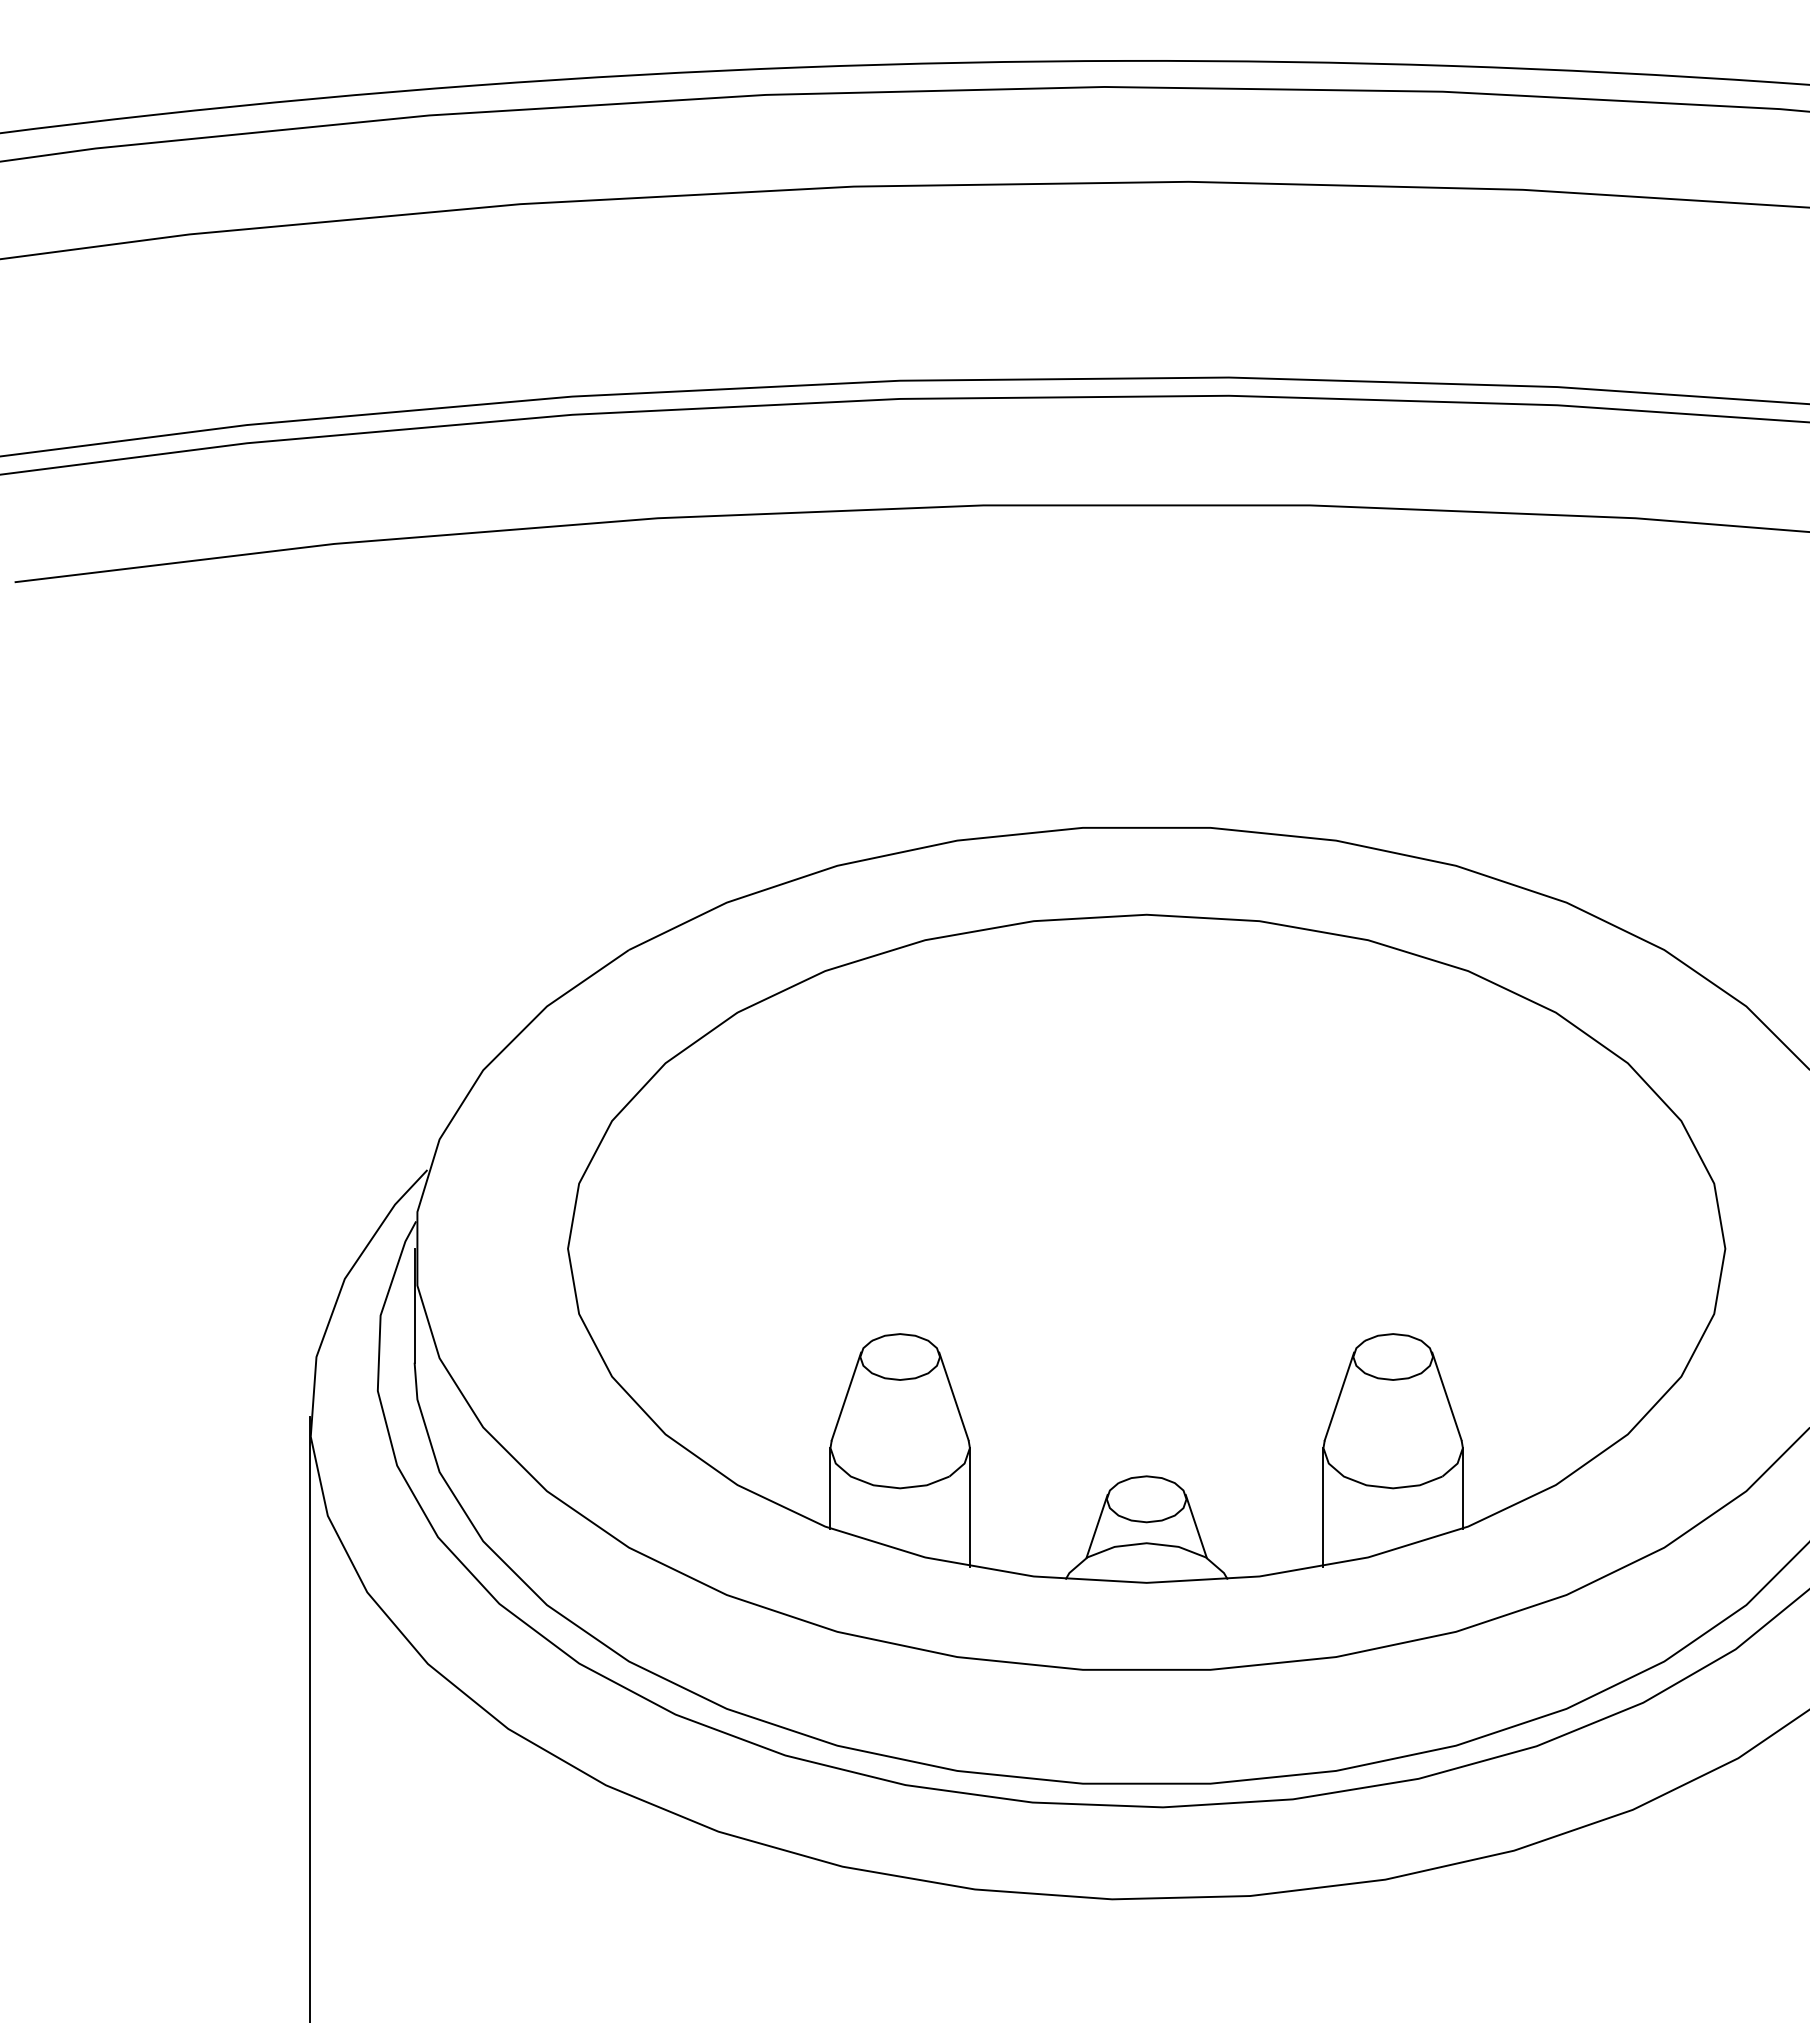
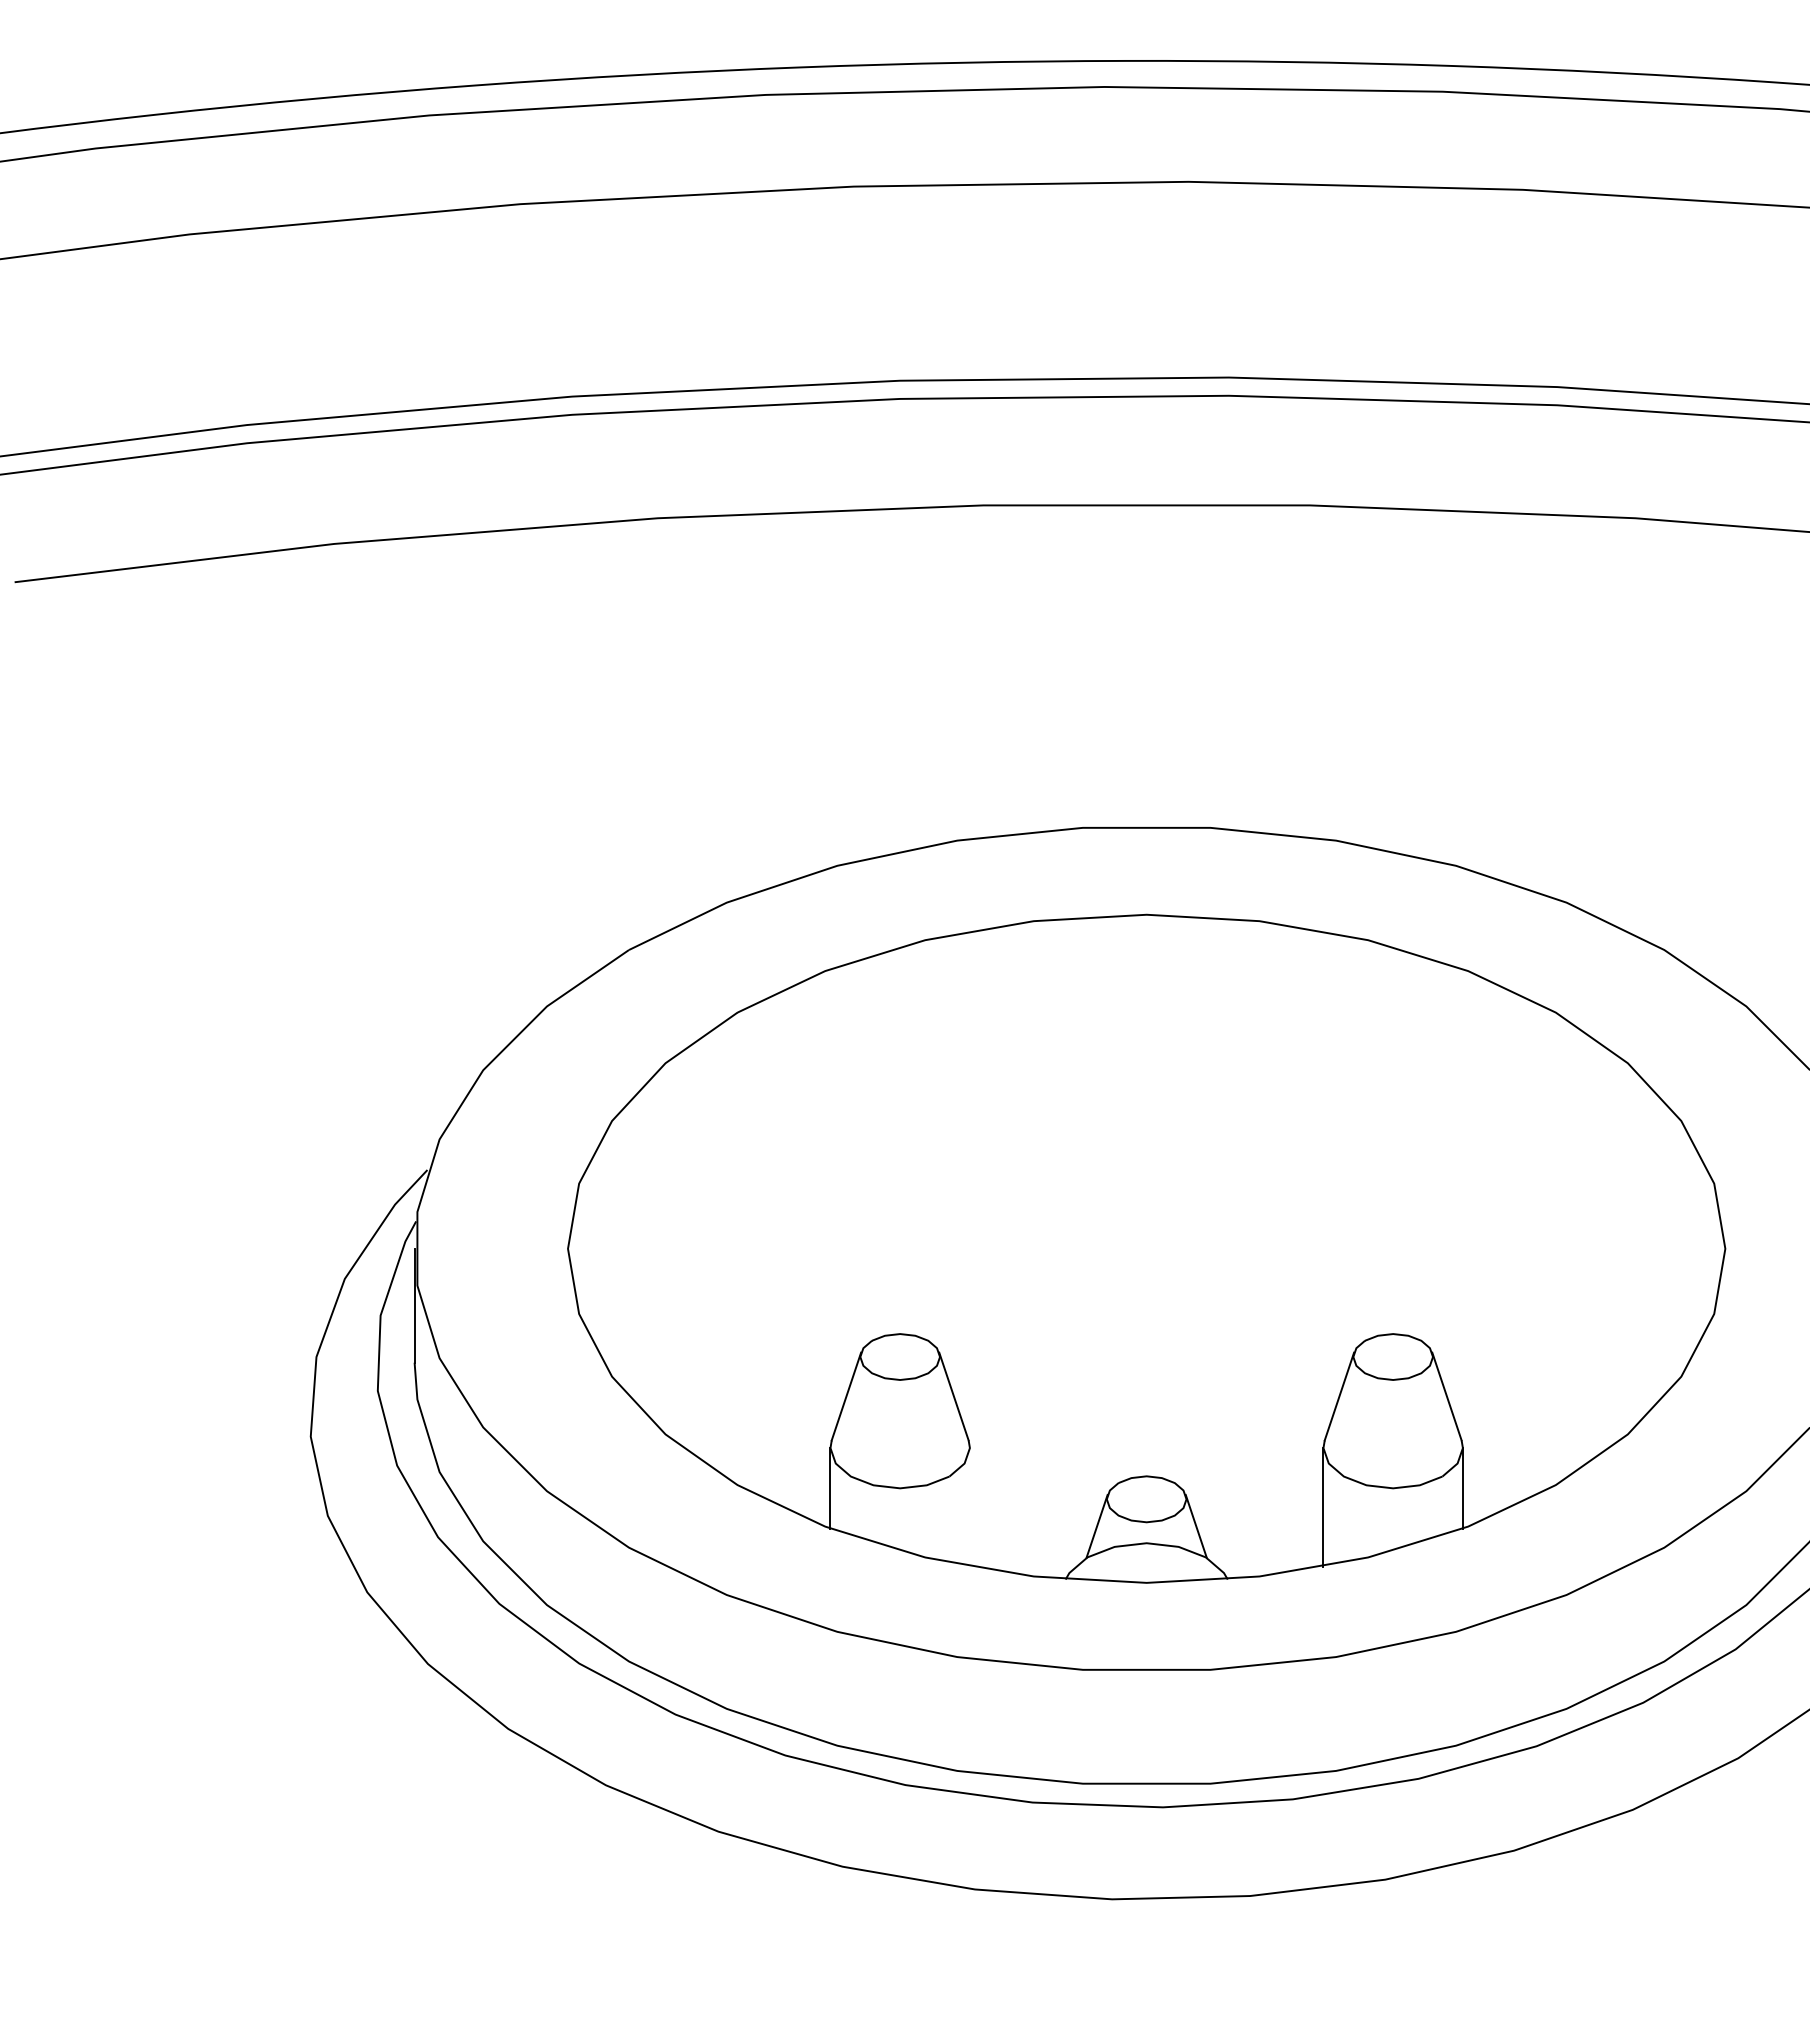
line at (969, 1507): present -> none
line at (310, 1717): present -> none
